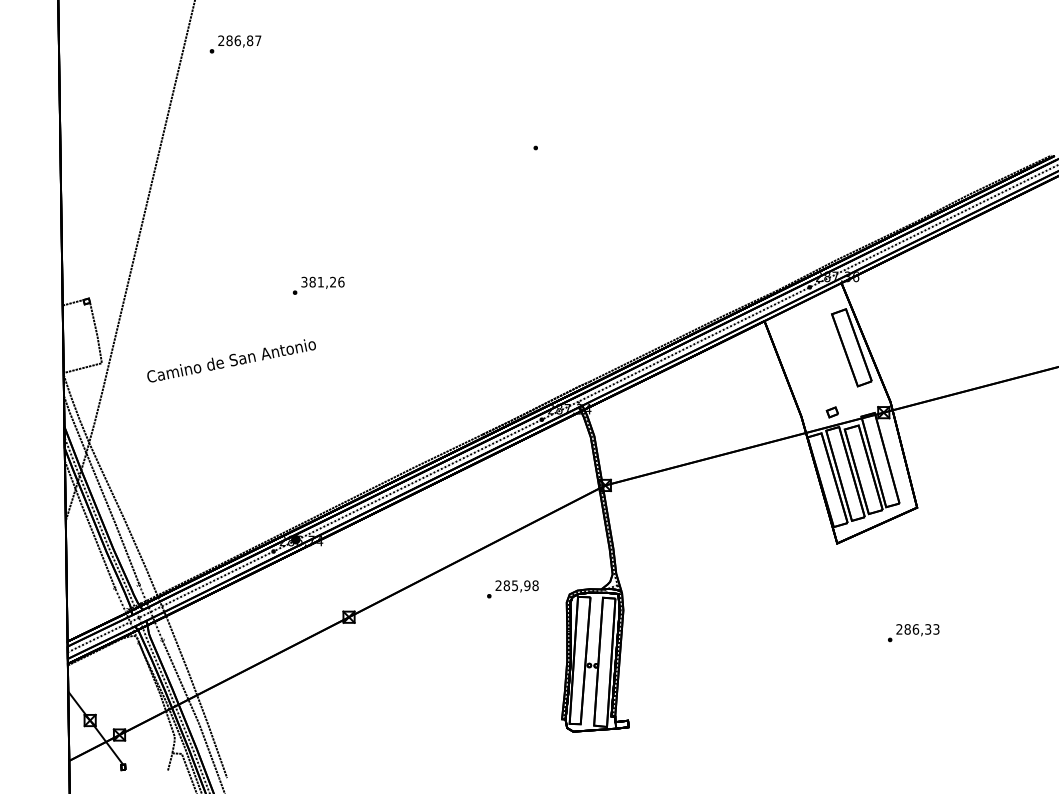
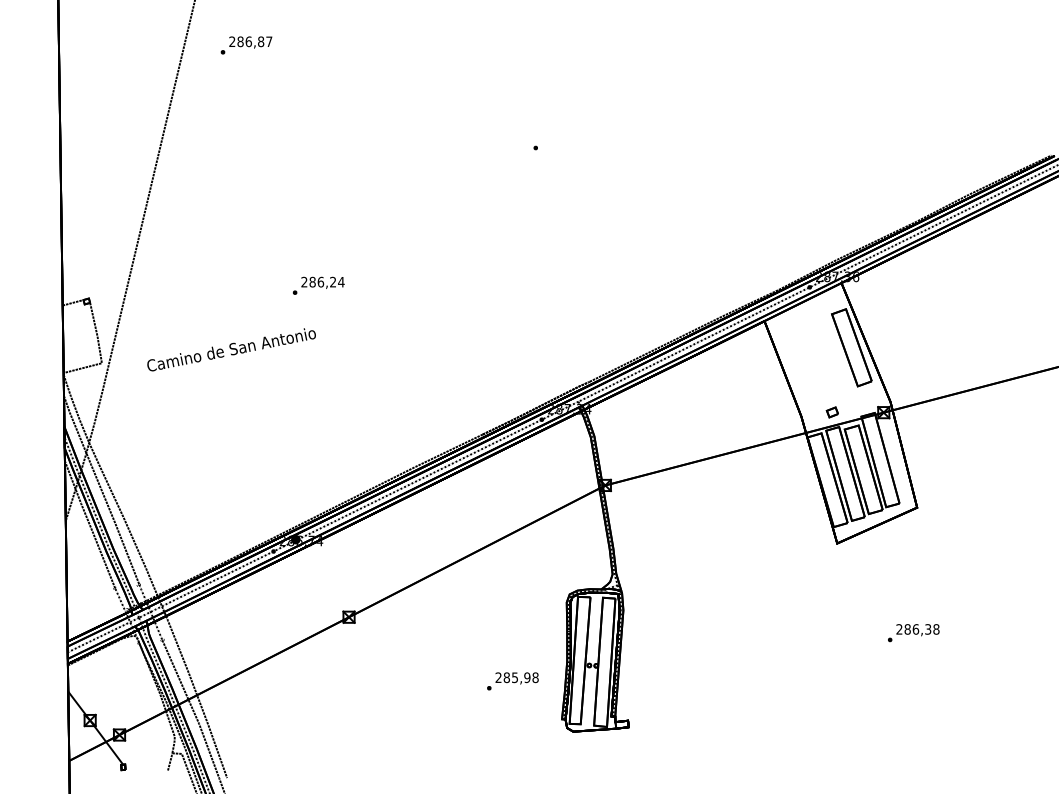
text at (235, 44) position: (235, 44) -> (246, 45)
text at (322, 281): 381,26 -> 286,24
text at (231, 360) position: (231, 360) -> (231, 349)
text at (512, 589) position: (512, 589) -> (512, 681)
text at (936, 629): 286,33 -> 286,38
